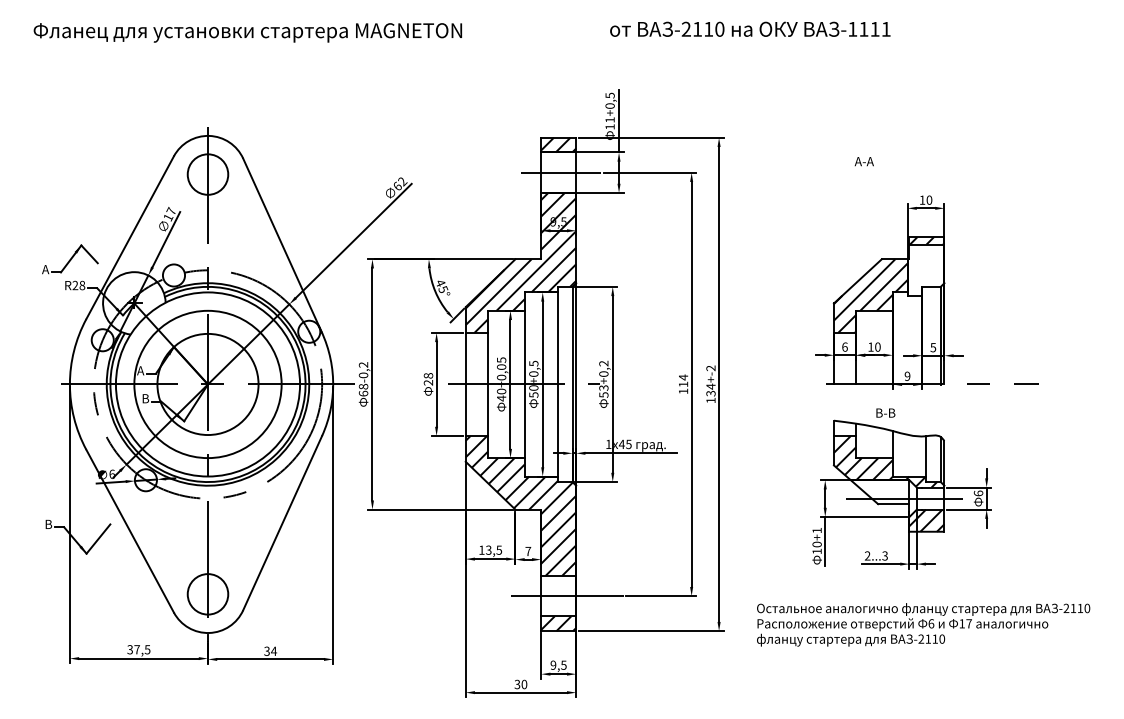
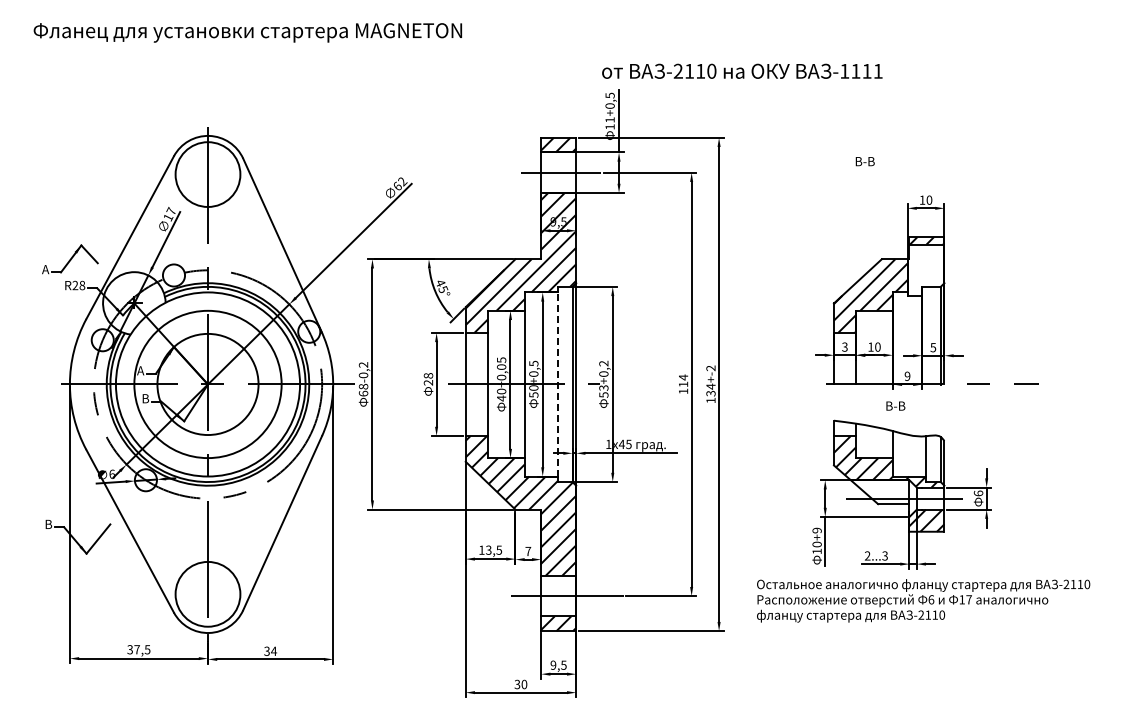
text at (750, 28) position: (750, 28) -> (742, 70)
text at (864, 161): А-А -> В-В
circle at (207, 174) diameter: 41 px -> 65 px
text at (844, 346): 6 -> 3
line at (557, 383): solid -> dashed
text at (885, 412) position: (885, 412) -> (895, 405)
text at (816, 530): 10+1 -> 10+9
circle at (207, 594) diameter: 41 px -> 65 px
text at (923, 624) position: (923, 624) -> (923, 600)
